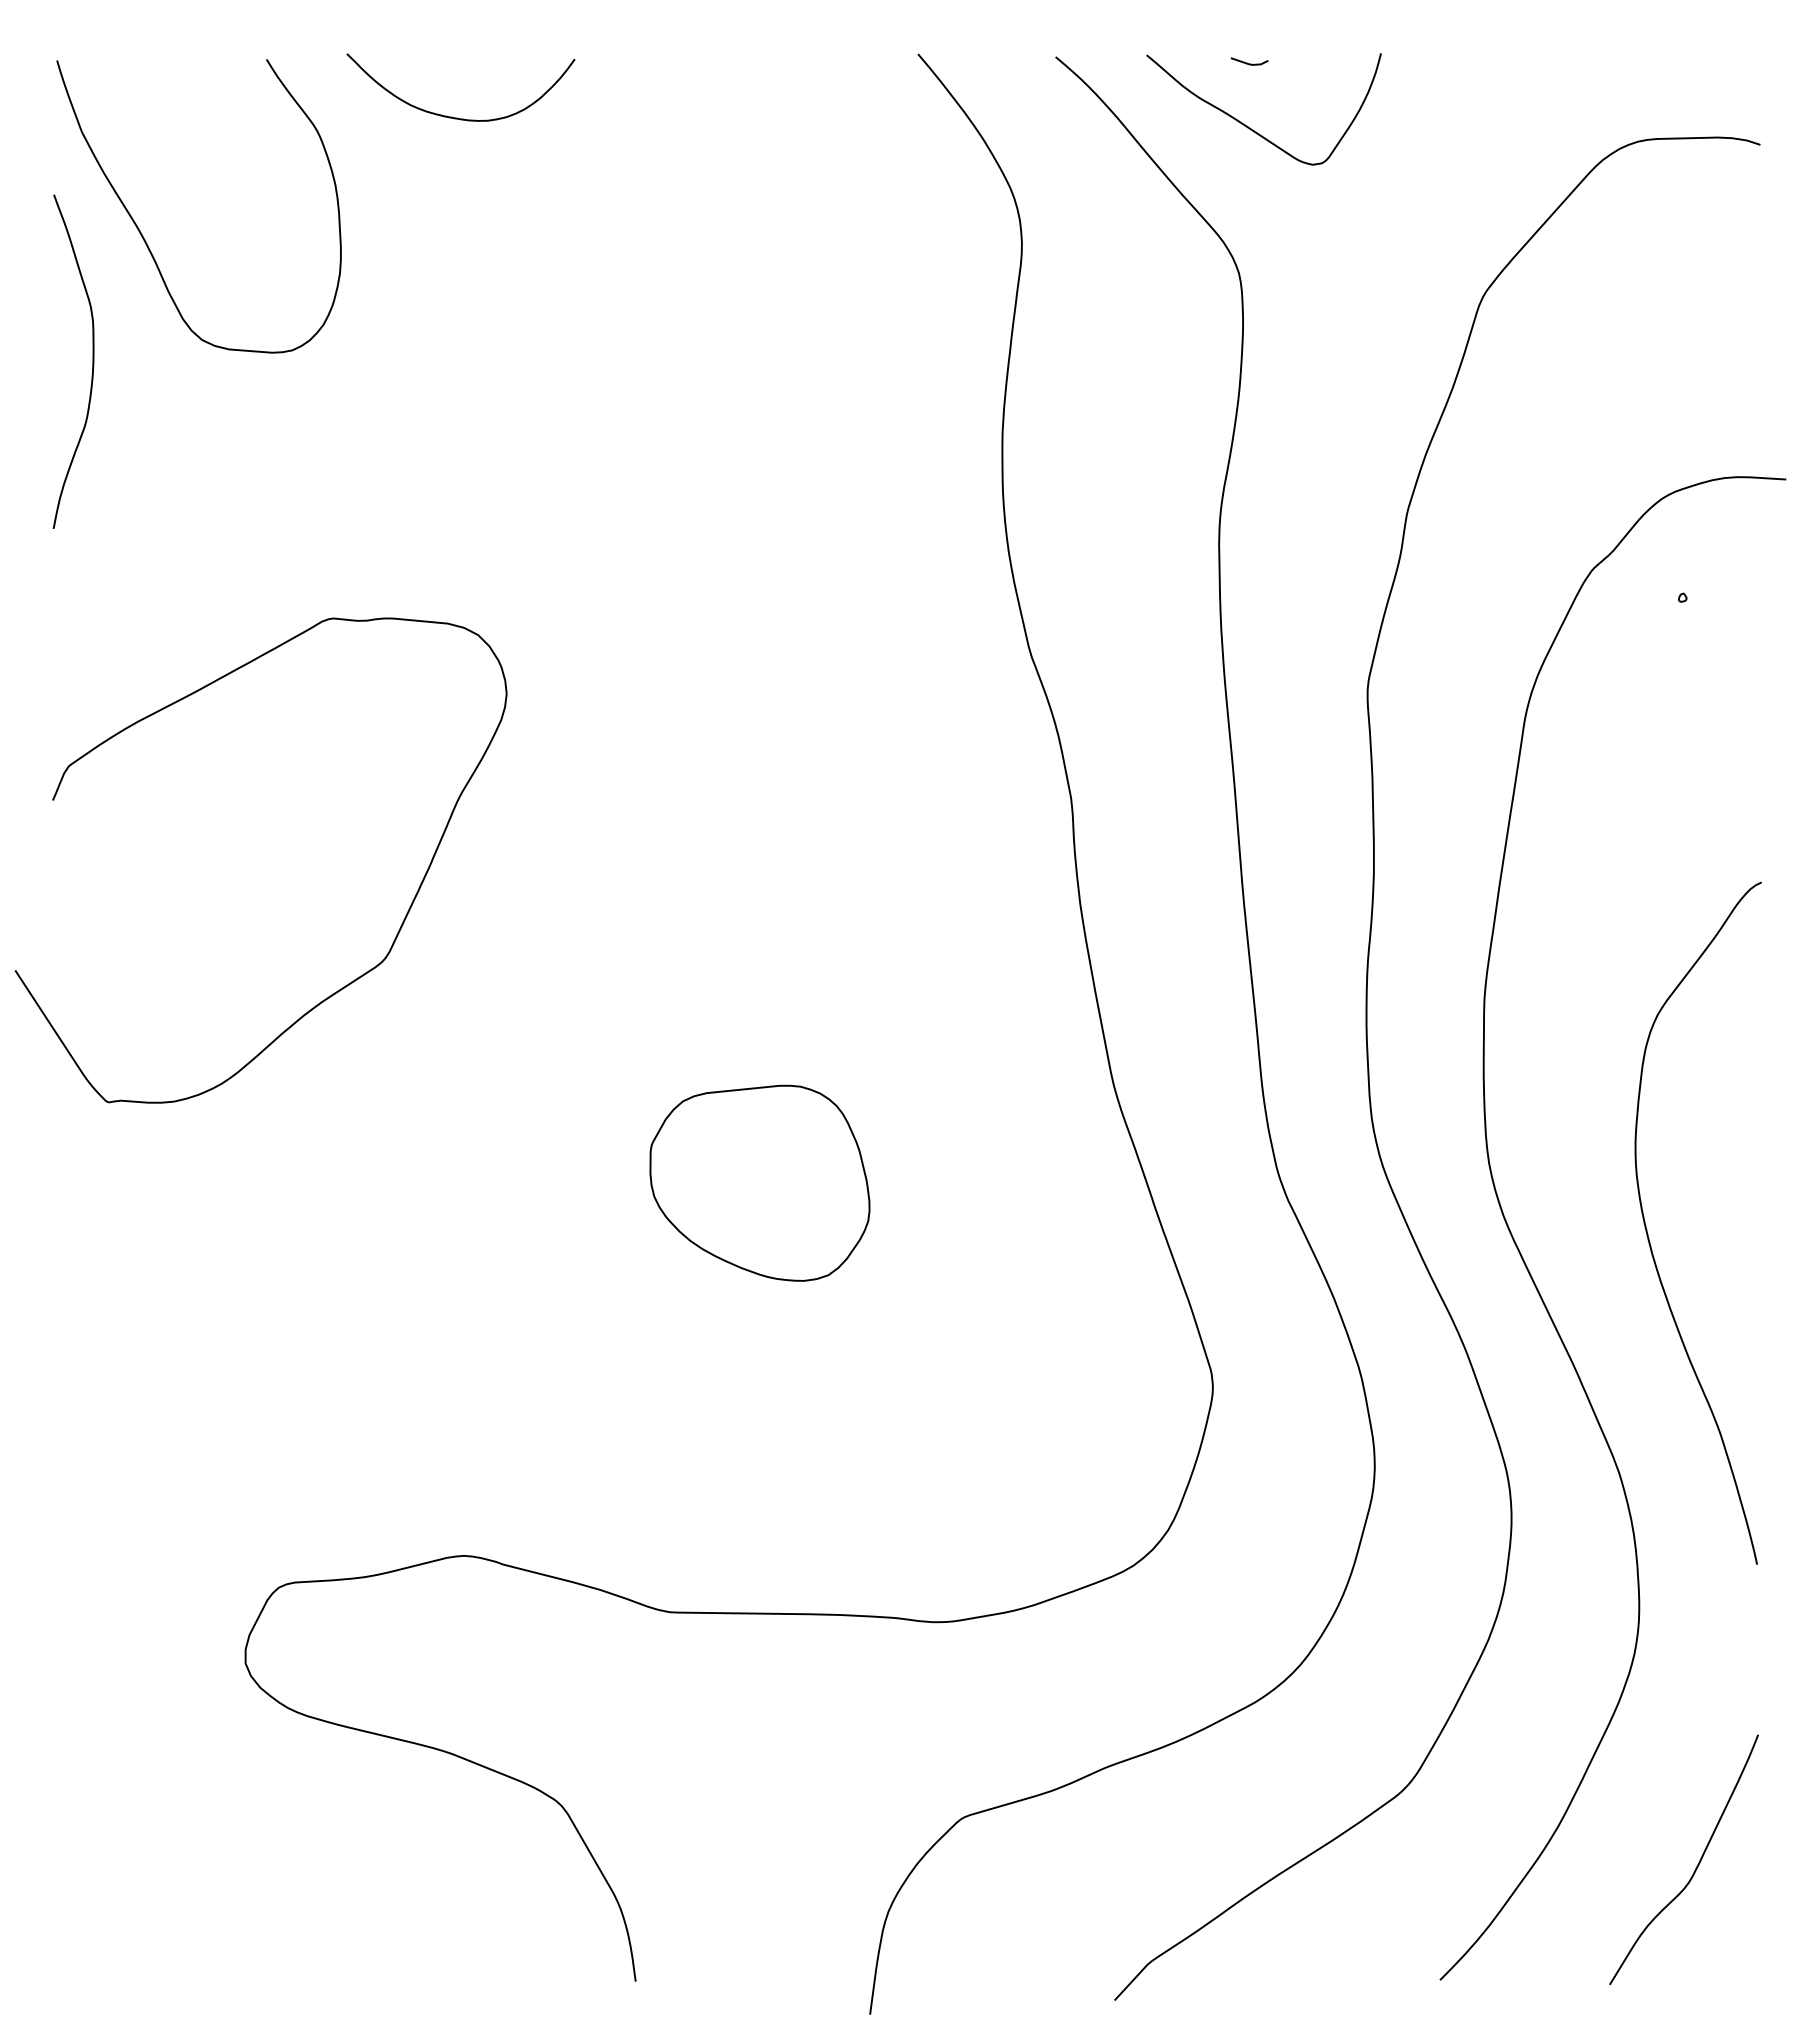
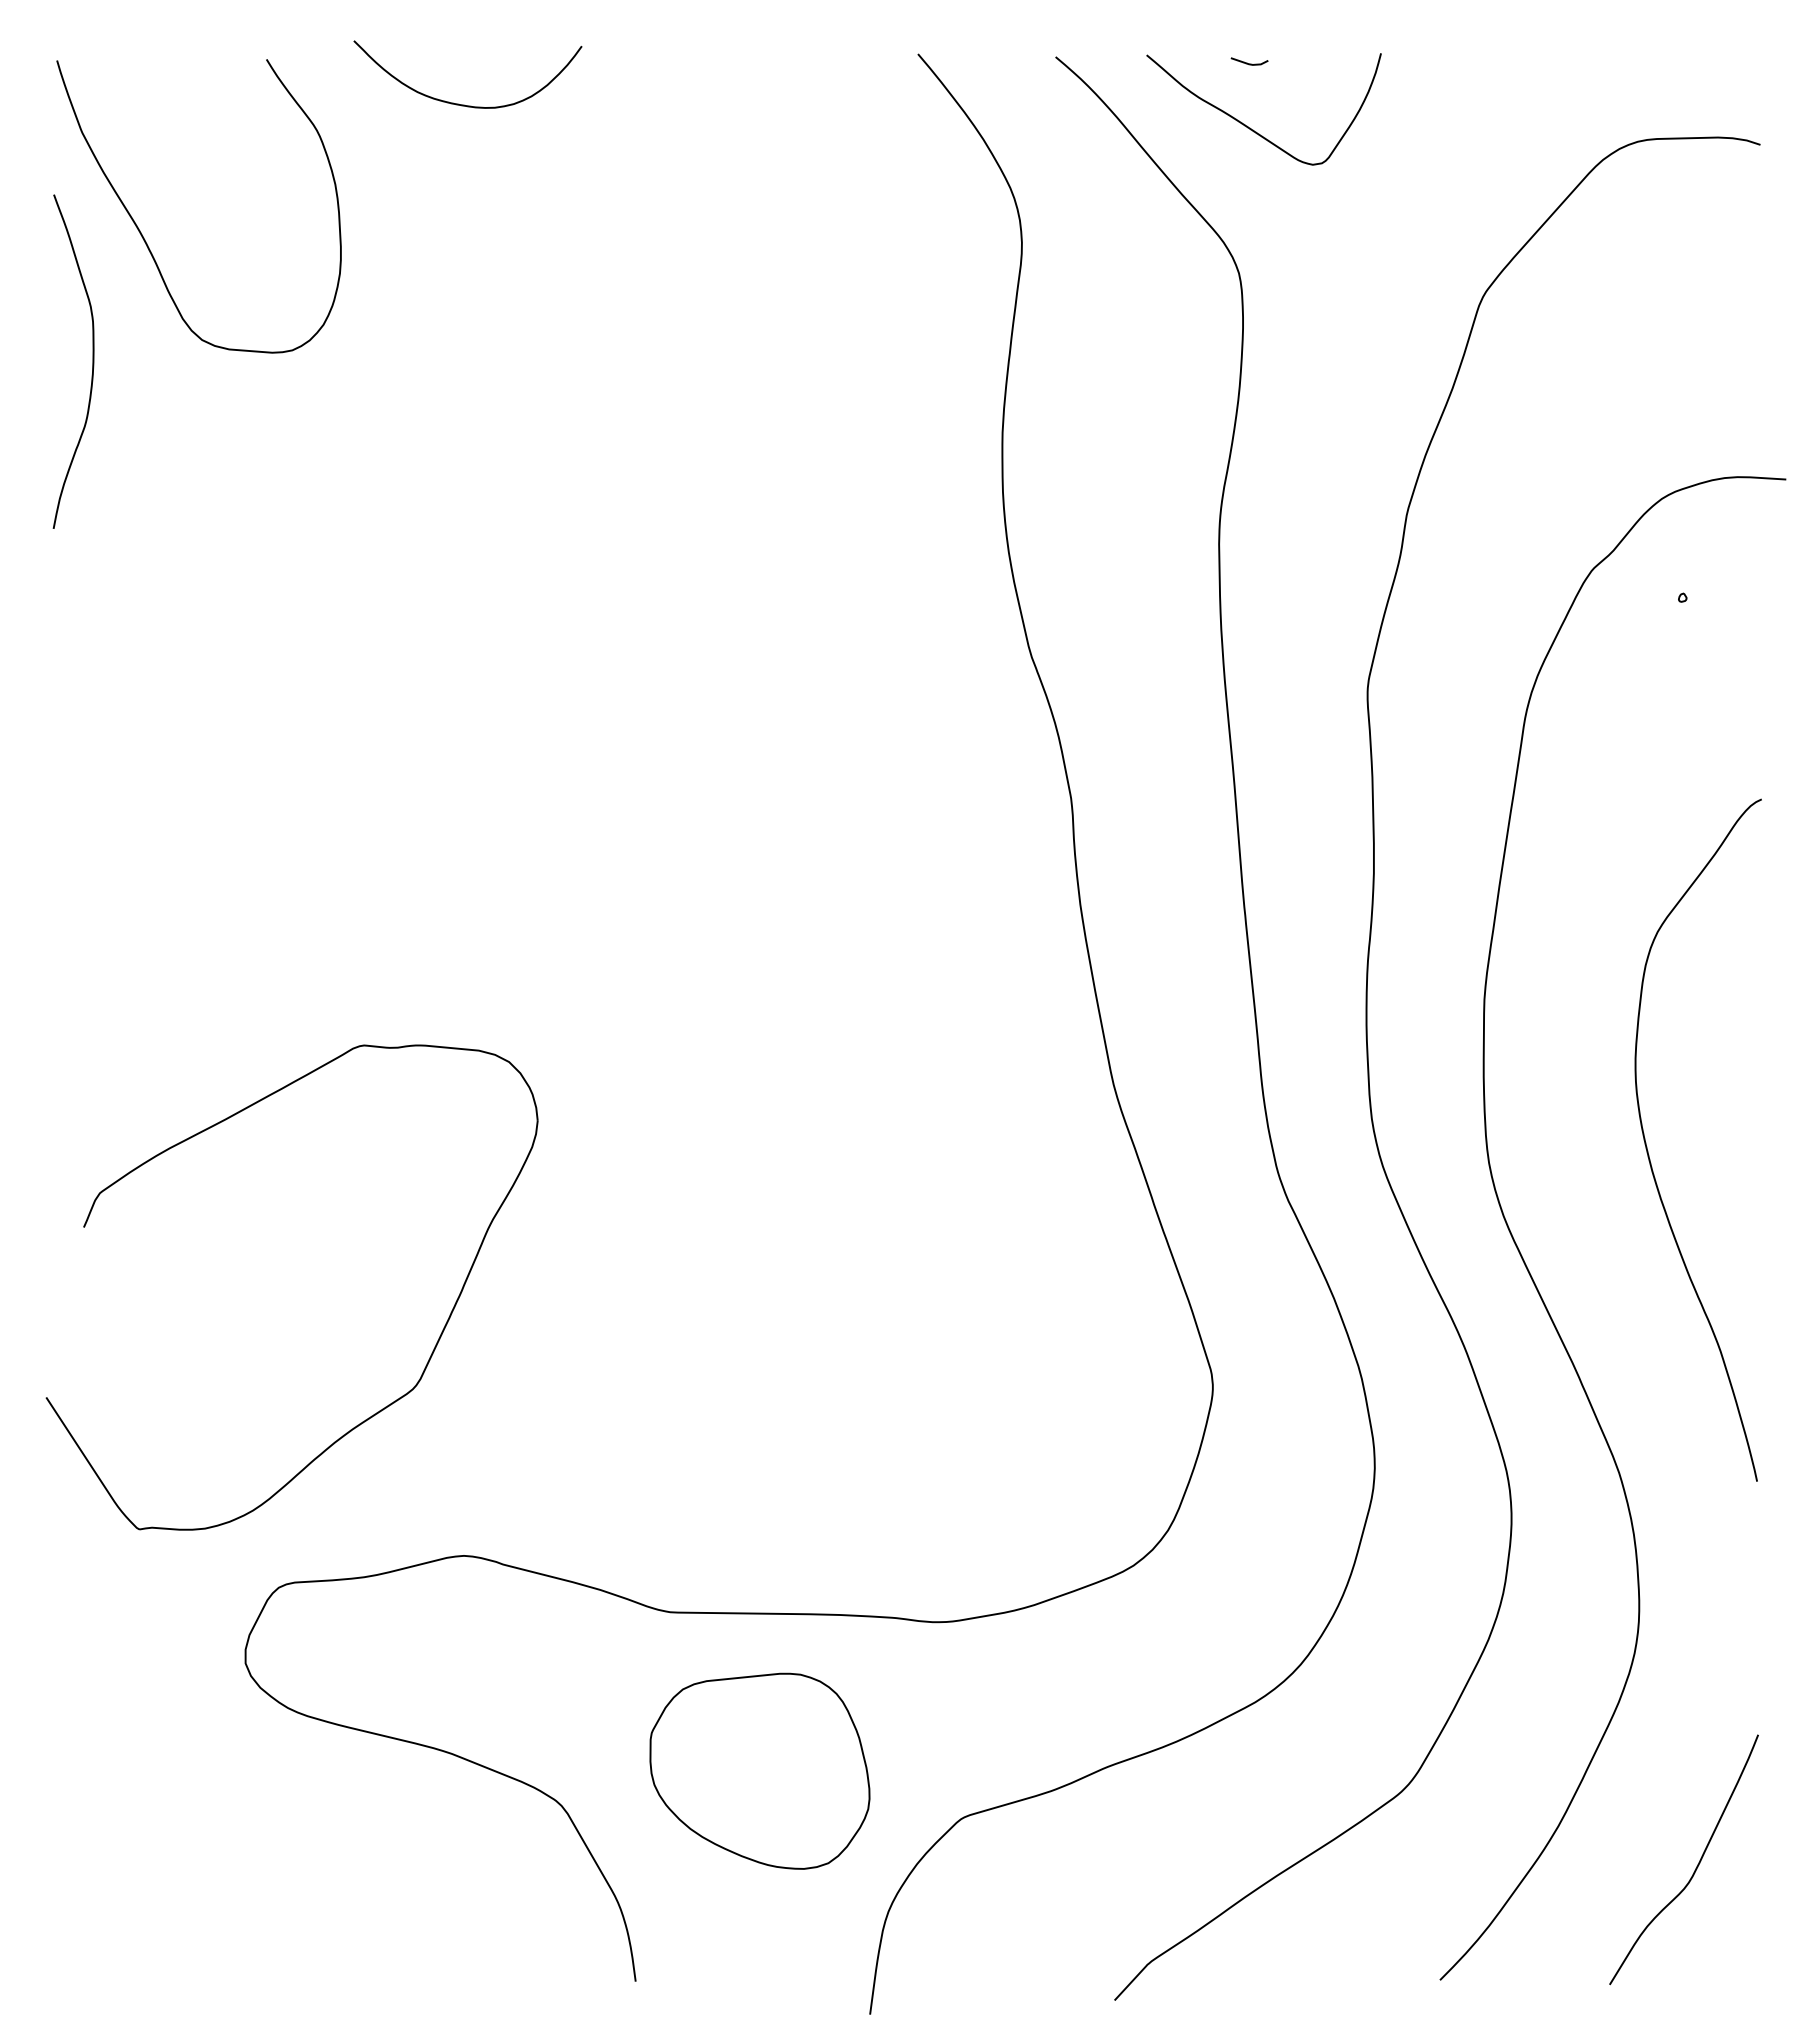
curve at (457, 117) position: (457, 117) -> (464, 104)
part at (343, 986) position: (343, 986) -> (374, 1413)
part at (759, 1182) position: (759, 1182) -> (759, 1770)
curve at (1648, 1233) position: (1648, 1233) -> (1648, 1150)
